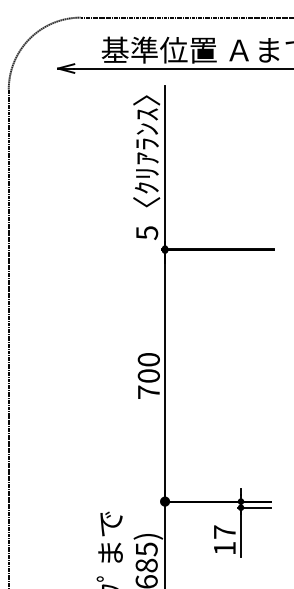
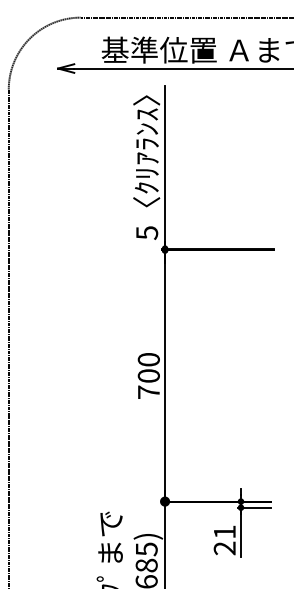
text at (224, 540): 17 -> 21
